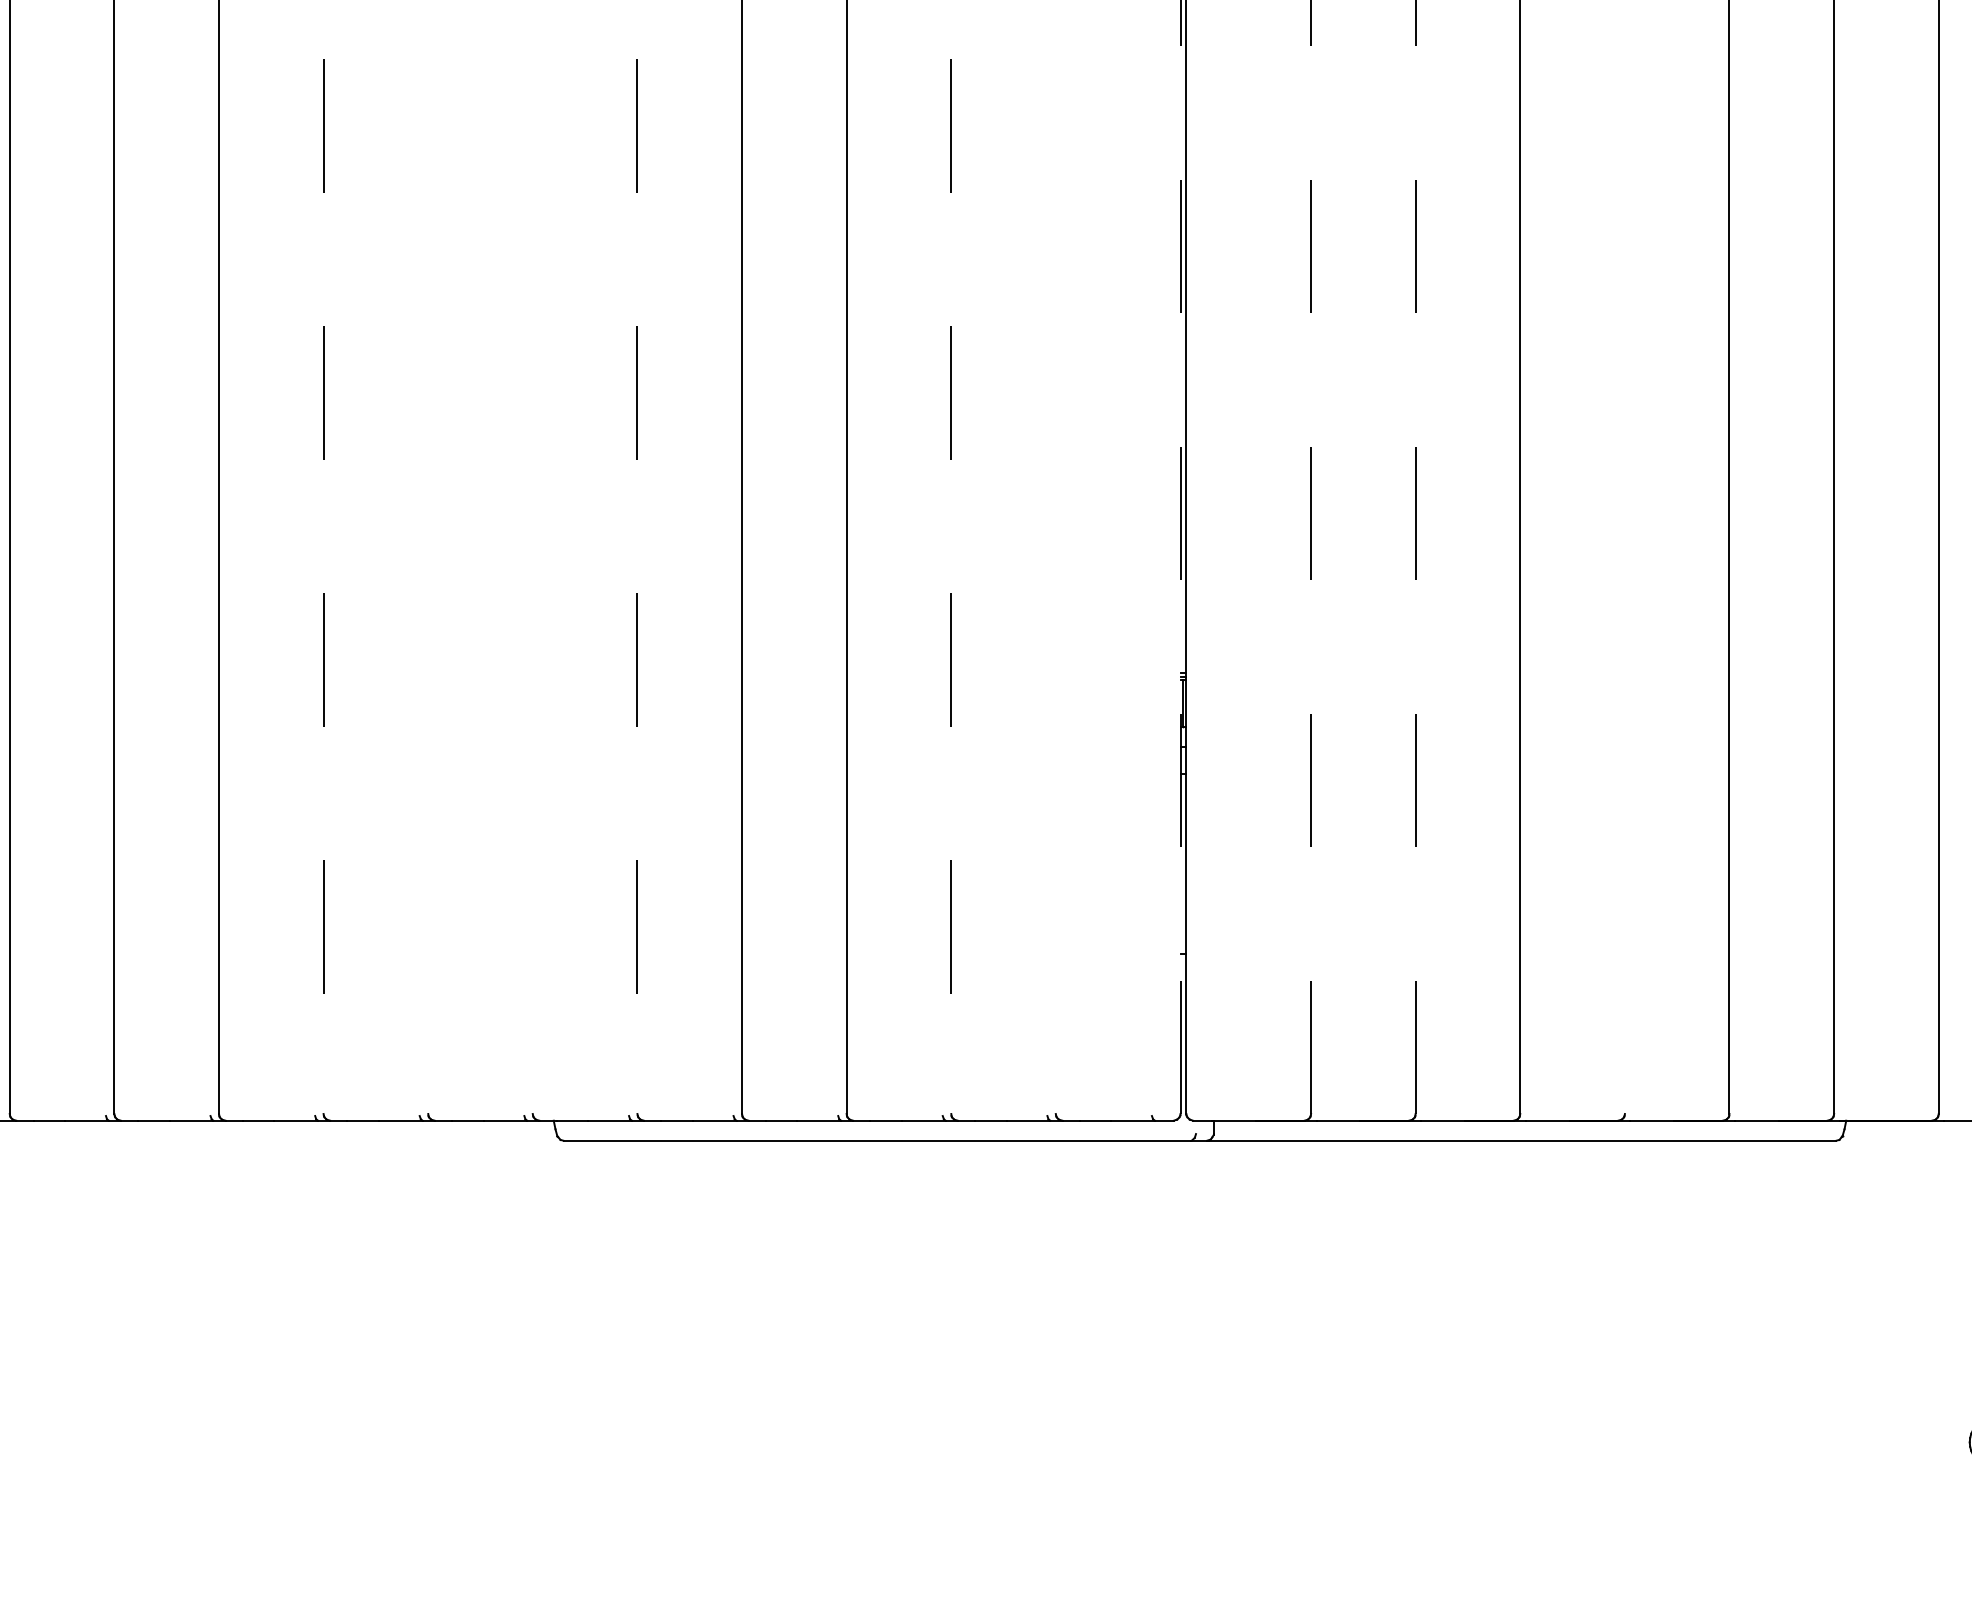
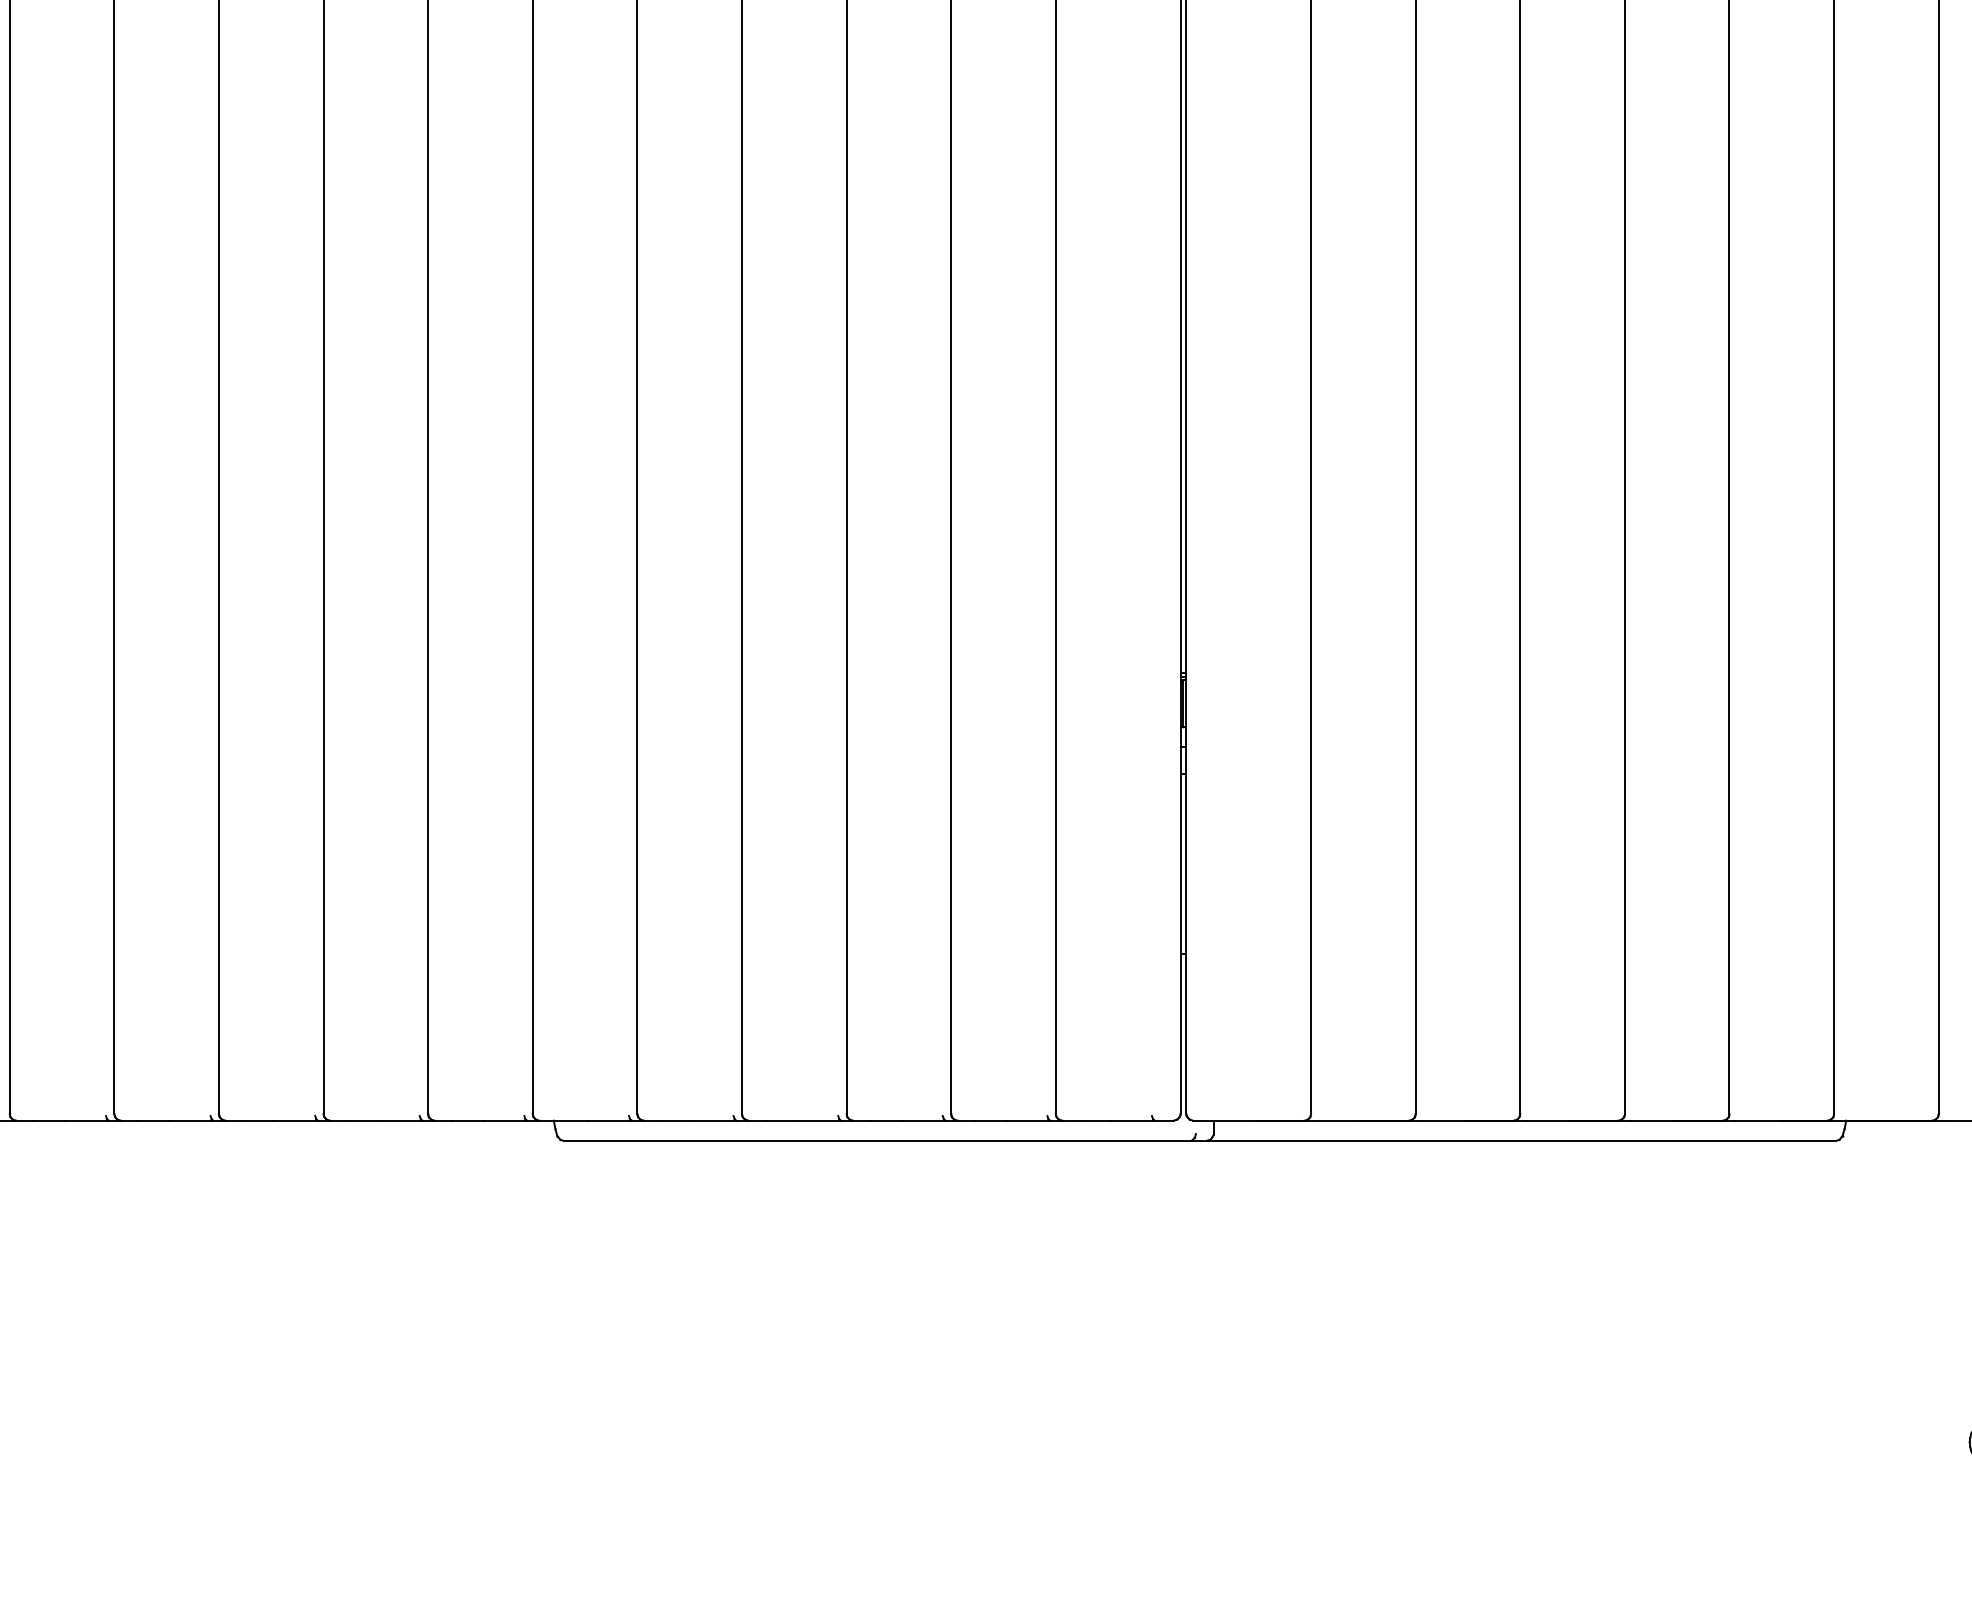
line at (323, 557): dashed -> solid
line at (637, 557): dashed -> solid
line at (951, 557): dashed -> solid
line at (1180, 557): dashed -> solid
line at (1311, 557): dashed -> solid
line at (1415, 557): dashed -> solid
line at (428, 558): none -> present
line at (532, 558): none -> present
line at (1055, 558): none -> present
line at (1624, 558): none -> present
